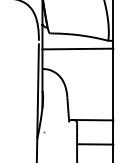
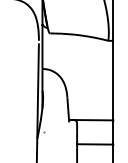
line at (77, 48): present -> none
